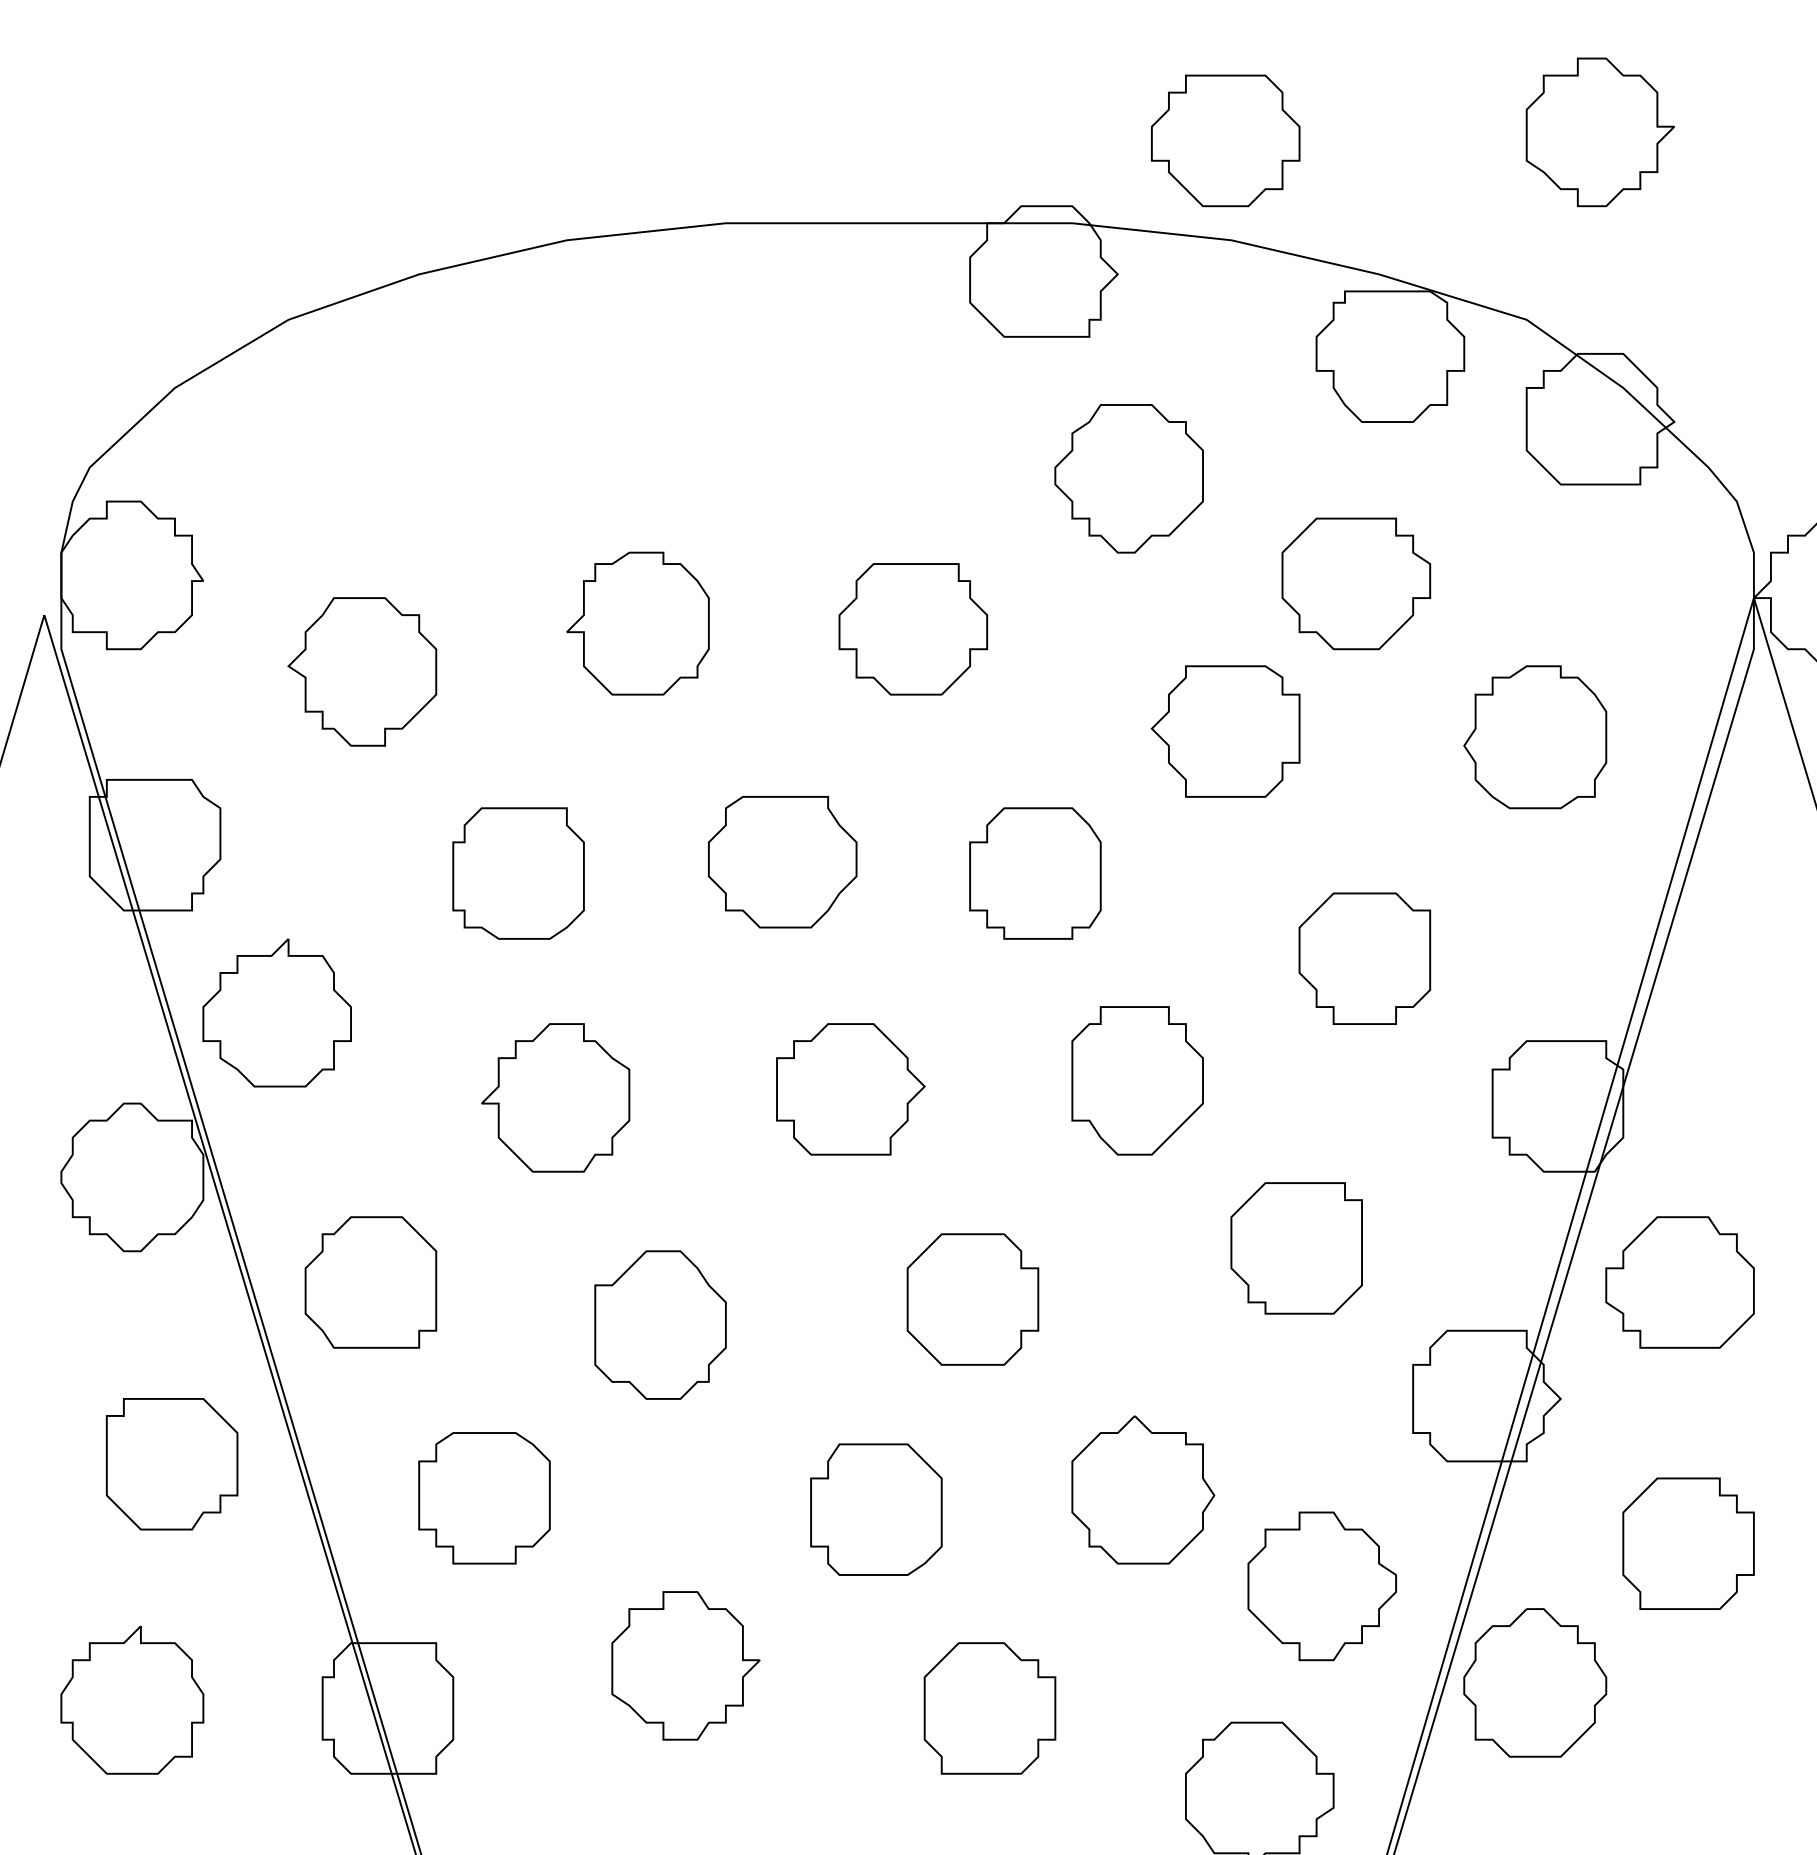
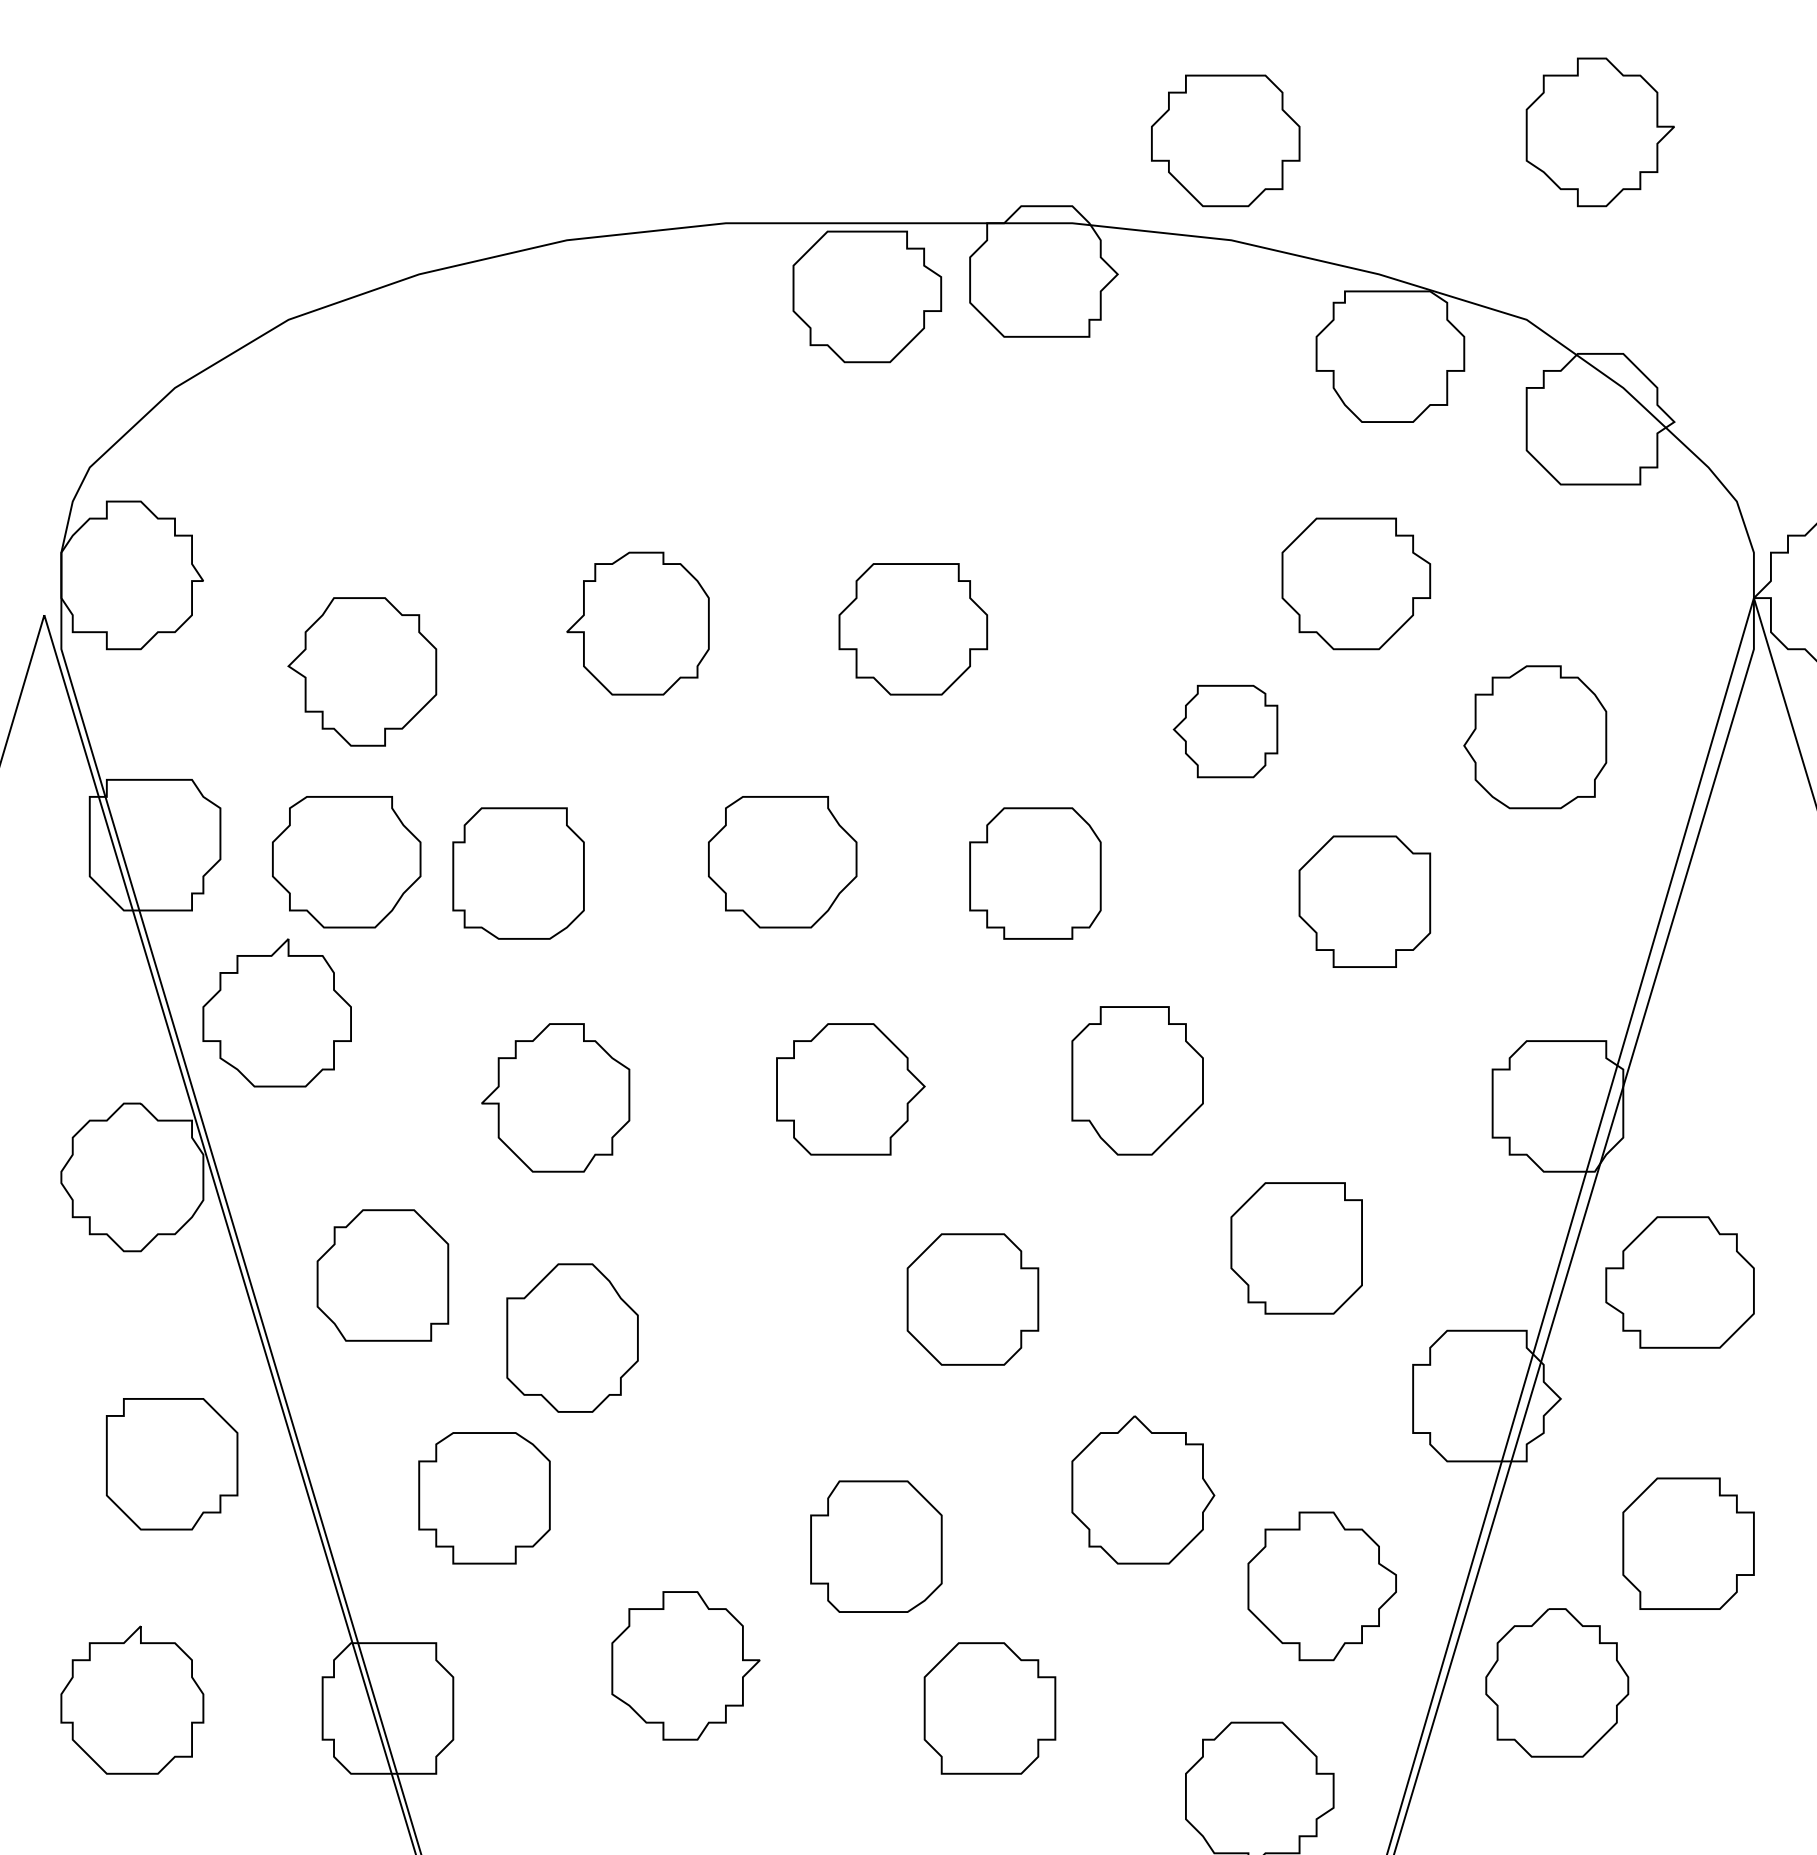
part at (867, 296): none -> present
part at (1128, 478): present -> none
part at (1225, 731) size: 151x133 px -> 107x95 px
part at (346, 862): none -> present
part at (1364, 958) position: (1364, 958) -> (1364, 901)
part at (370, 1282) position: (370, 1282) -> (382, 1275)
part at (660, 1324) position: (660, 1324) -> (572, 1337)
part at (876, 1509) position: (876, 1509) -> (876, 1546)
part at (1535, 1682) position: (1535, 1682) -> (1557, 1682)
